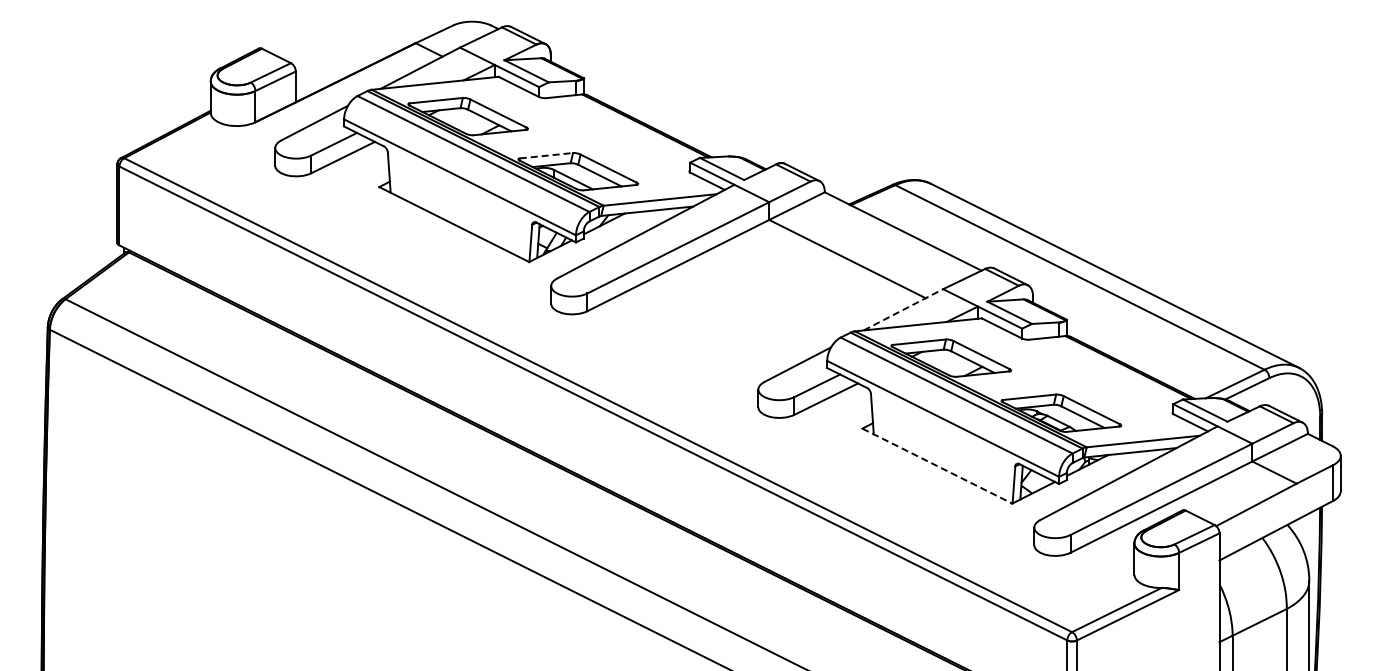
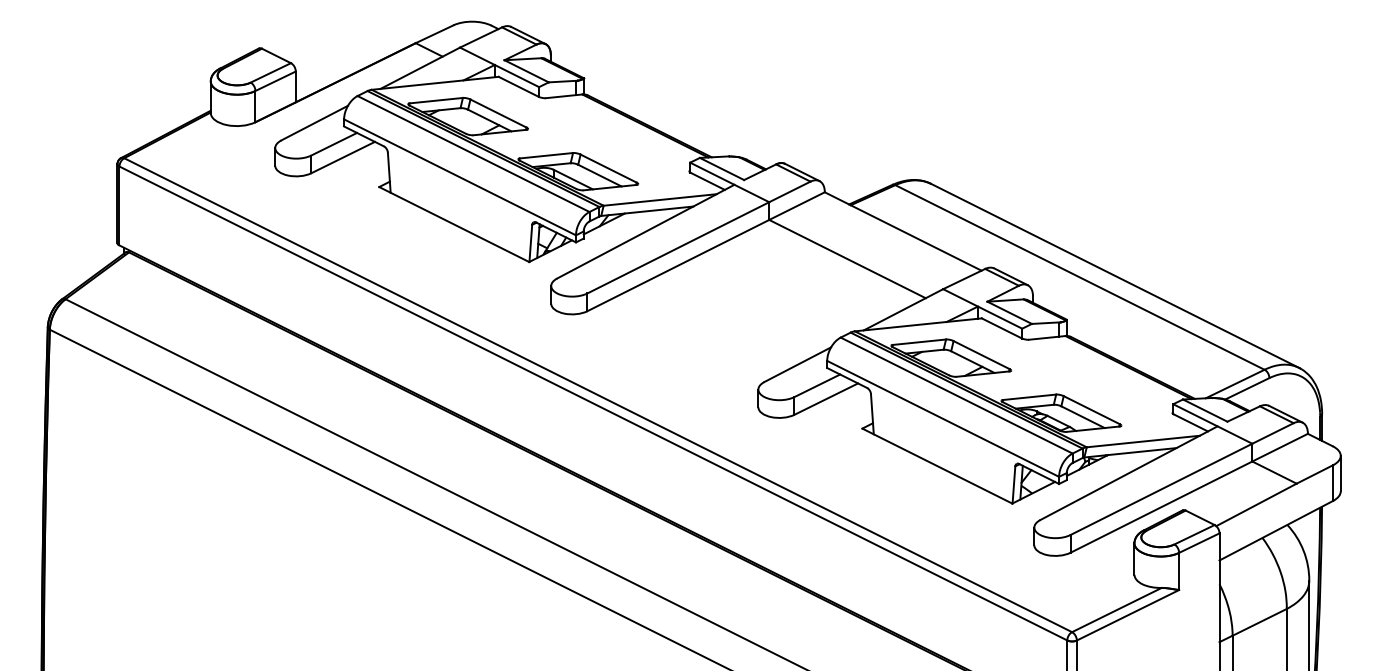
line at (546, 155): dashed -> solid
line at (903, 309): dashed -> solid
line at (937, 466): dashed -> solid
